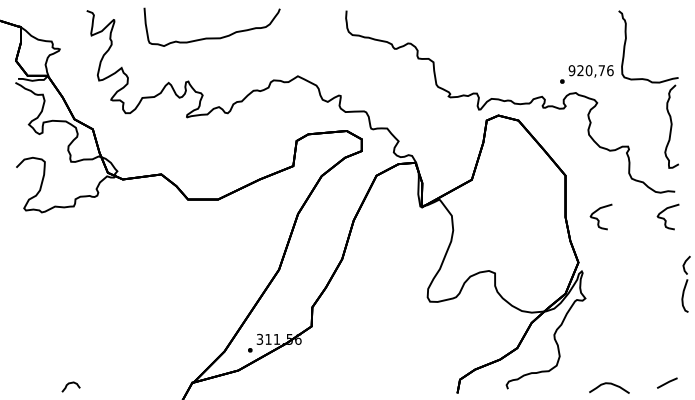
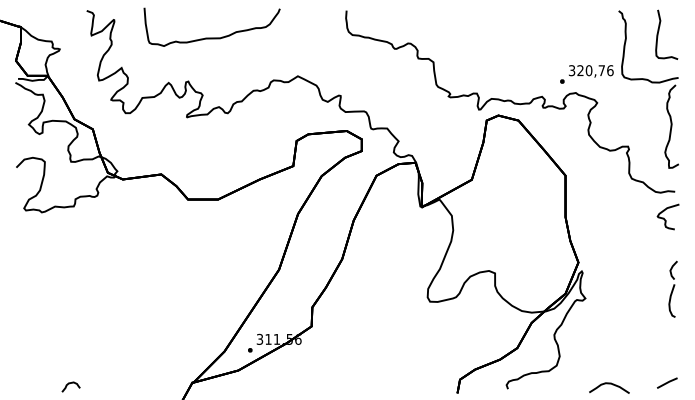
curve at (659, 31): none -> present
text at (571, 70): 920,76 -> 320,76
curve at (597, 218): present -> none
part at (685, 283) position: (685, 283) -> (672, 288)
